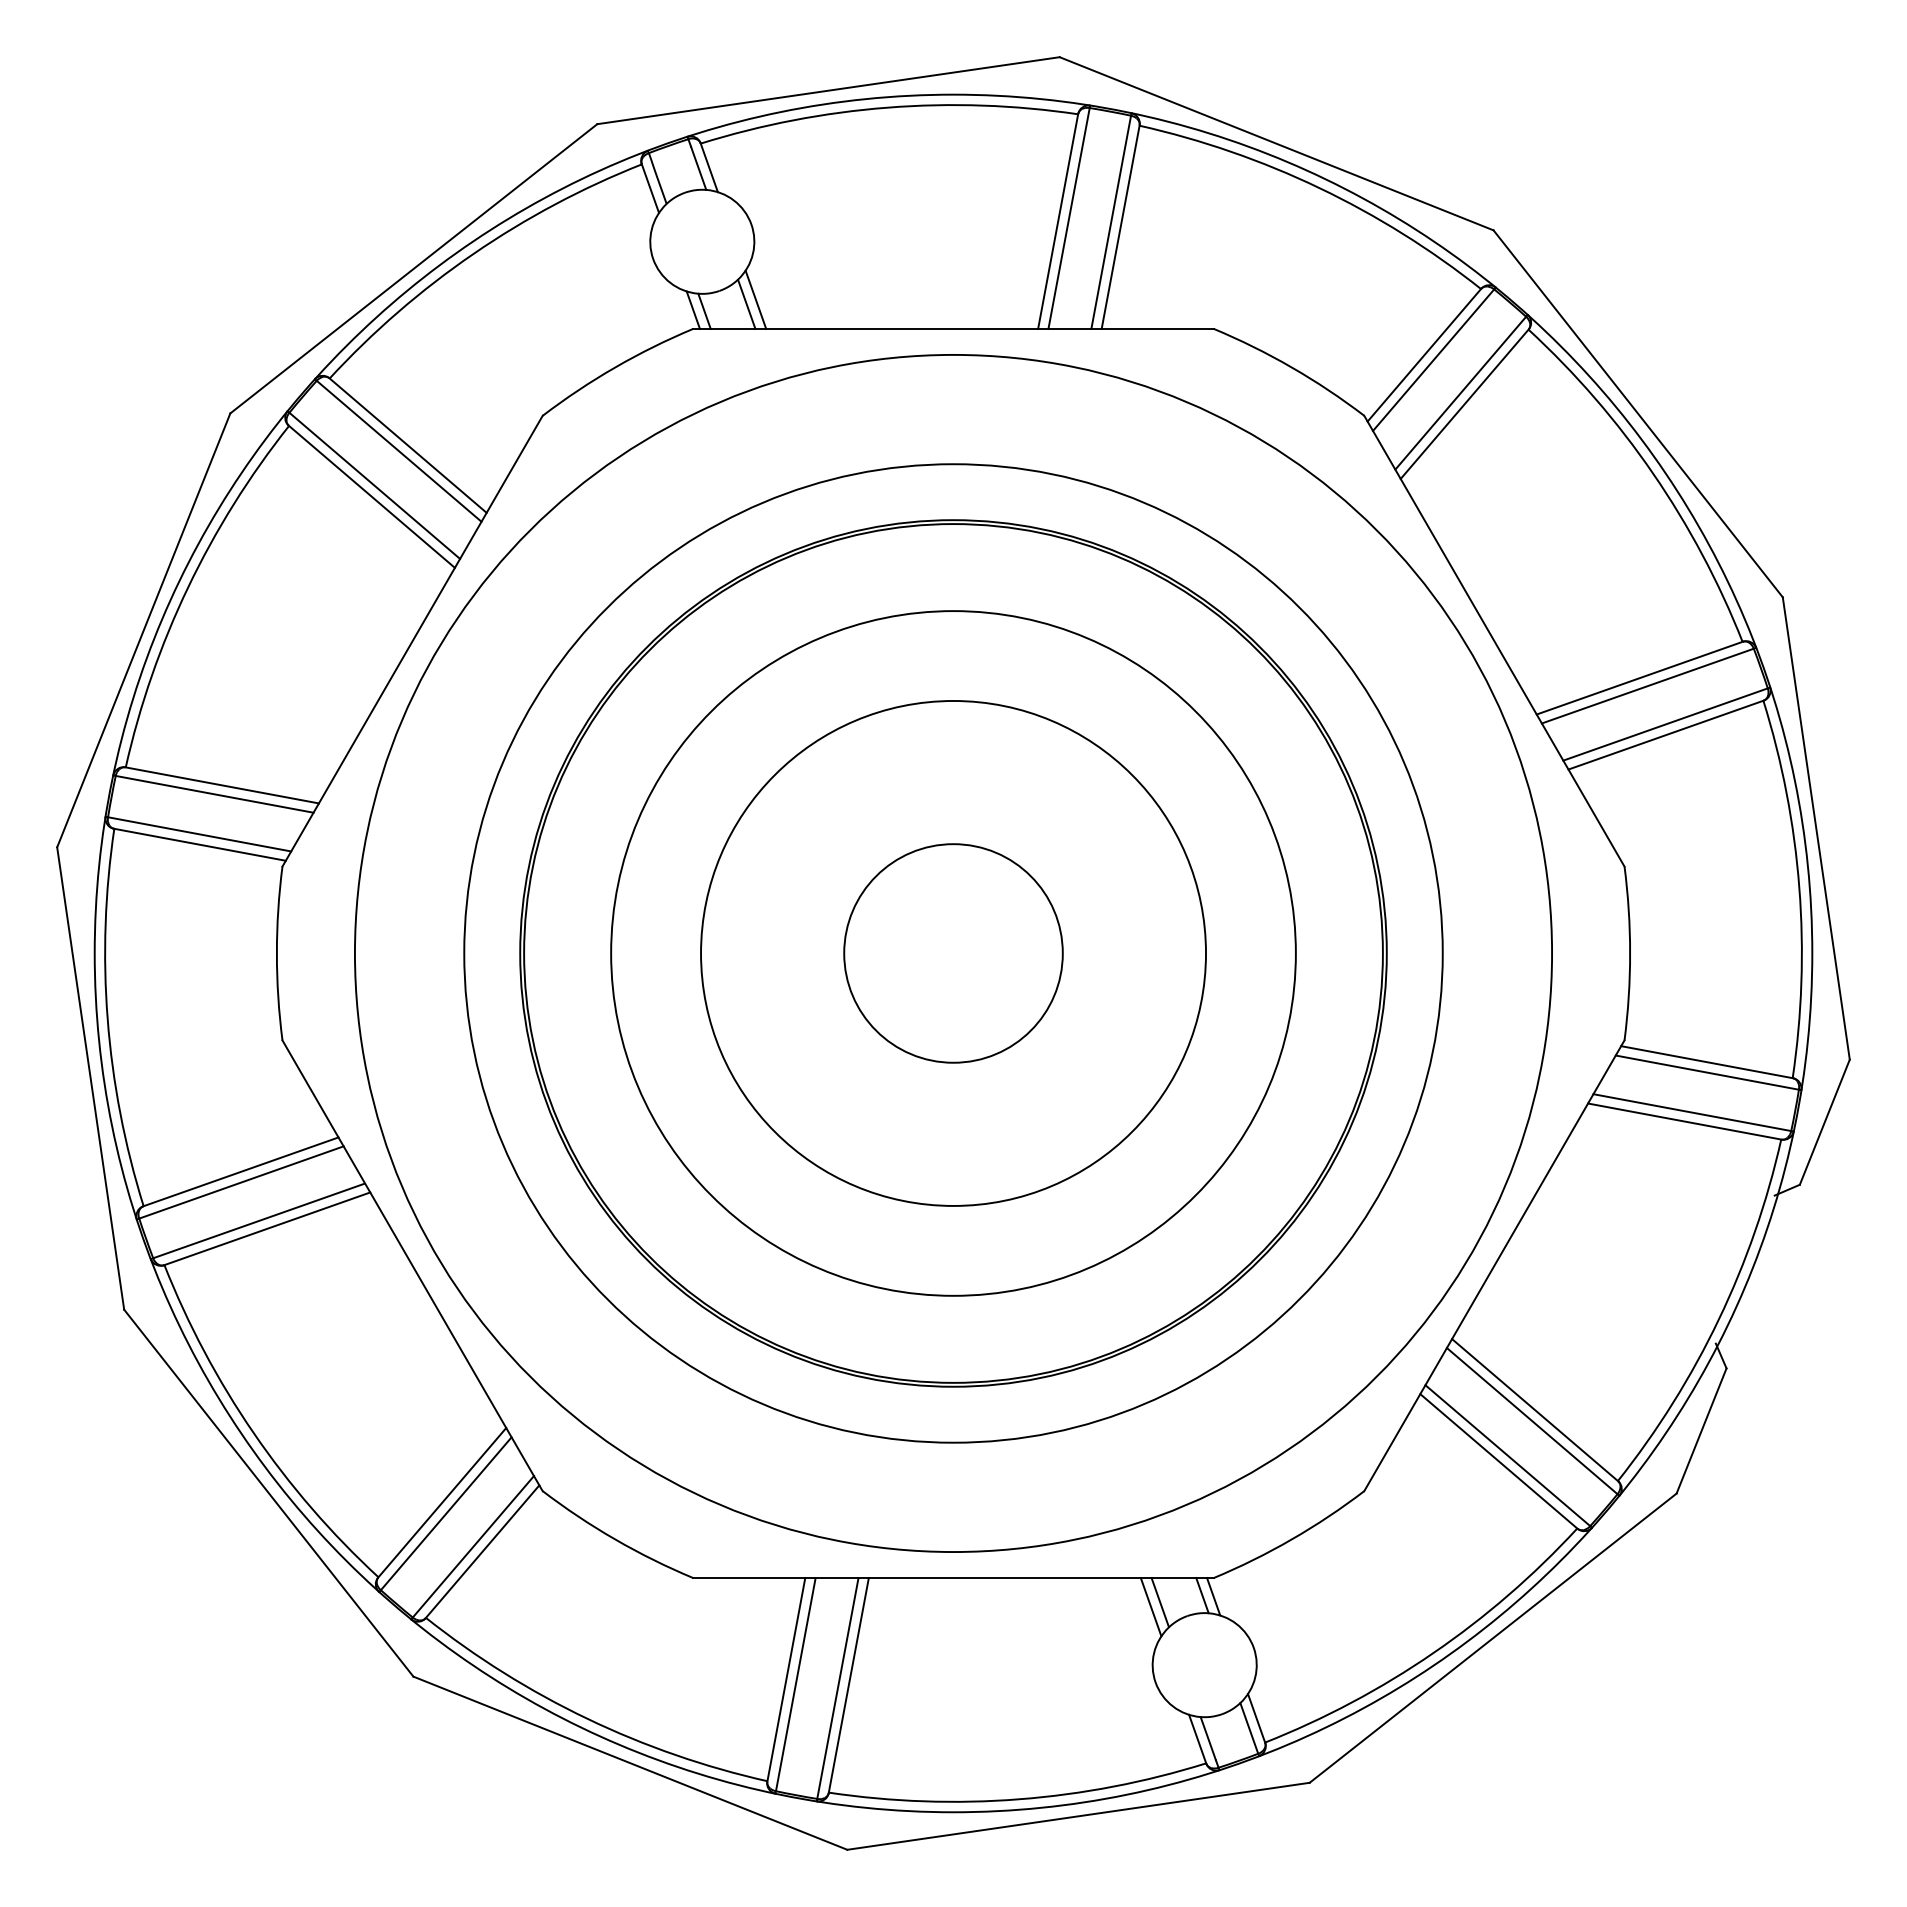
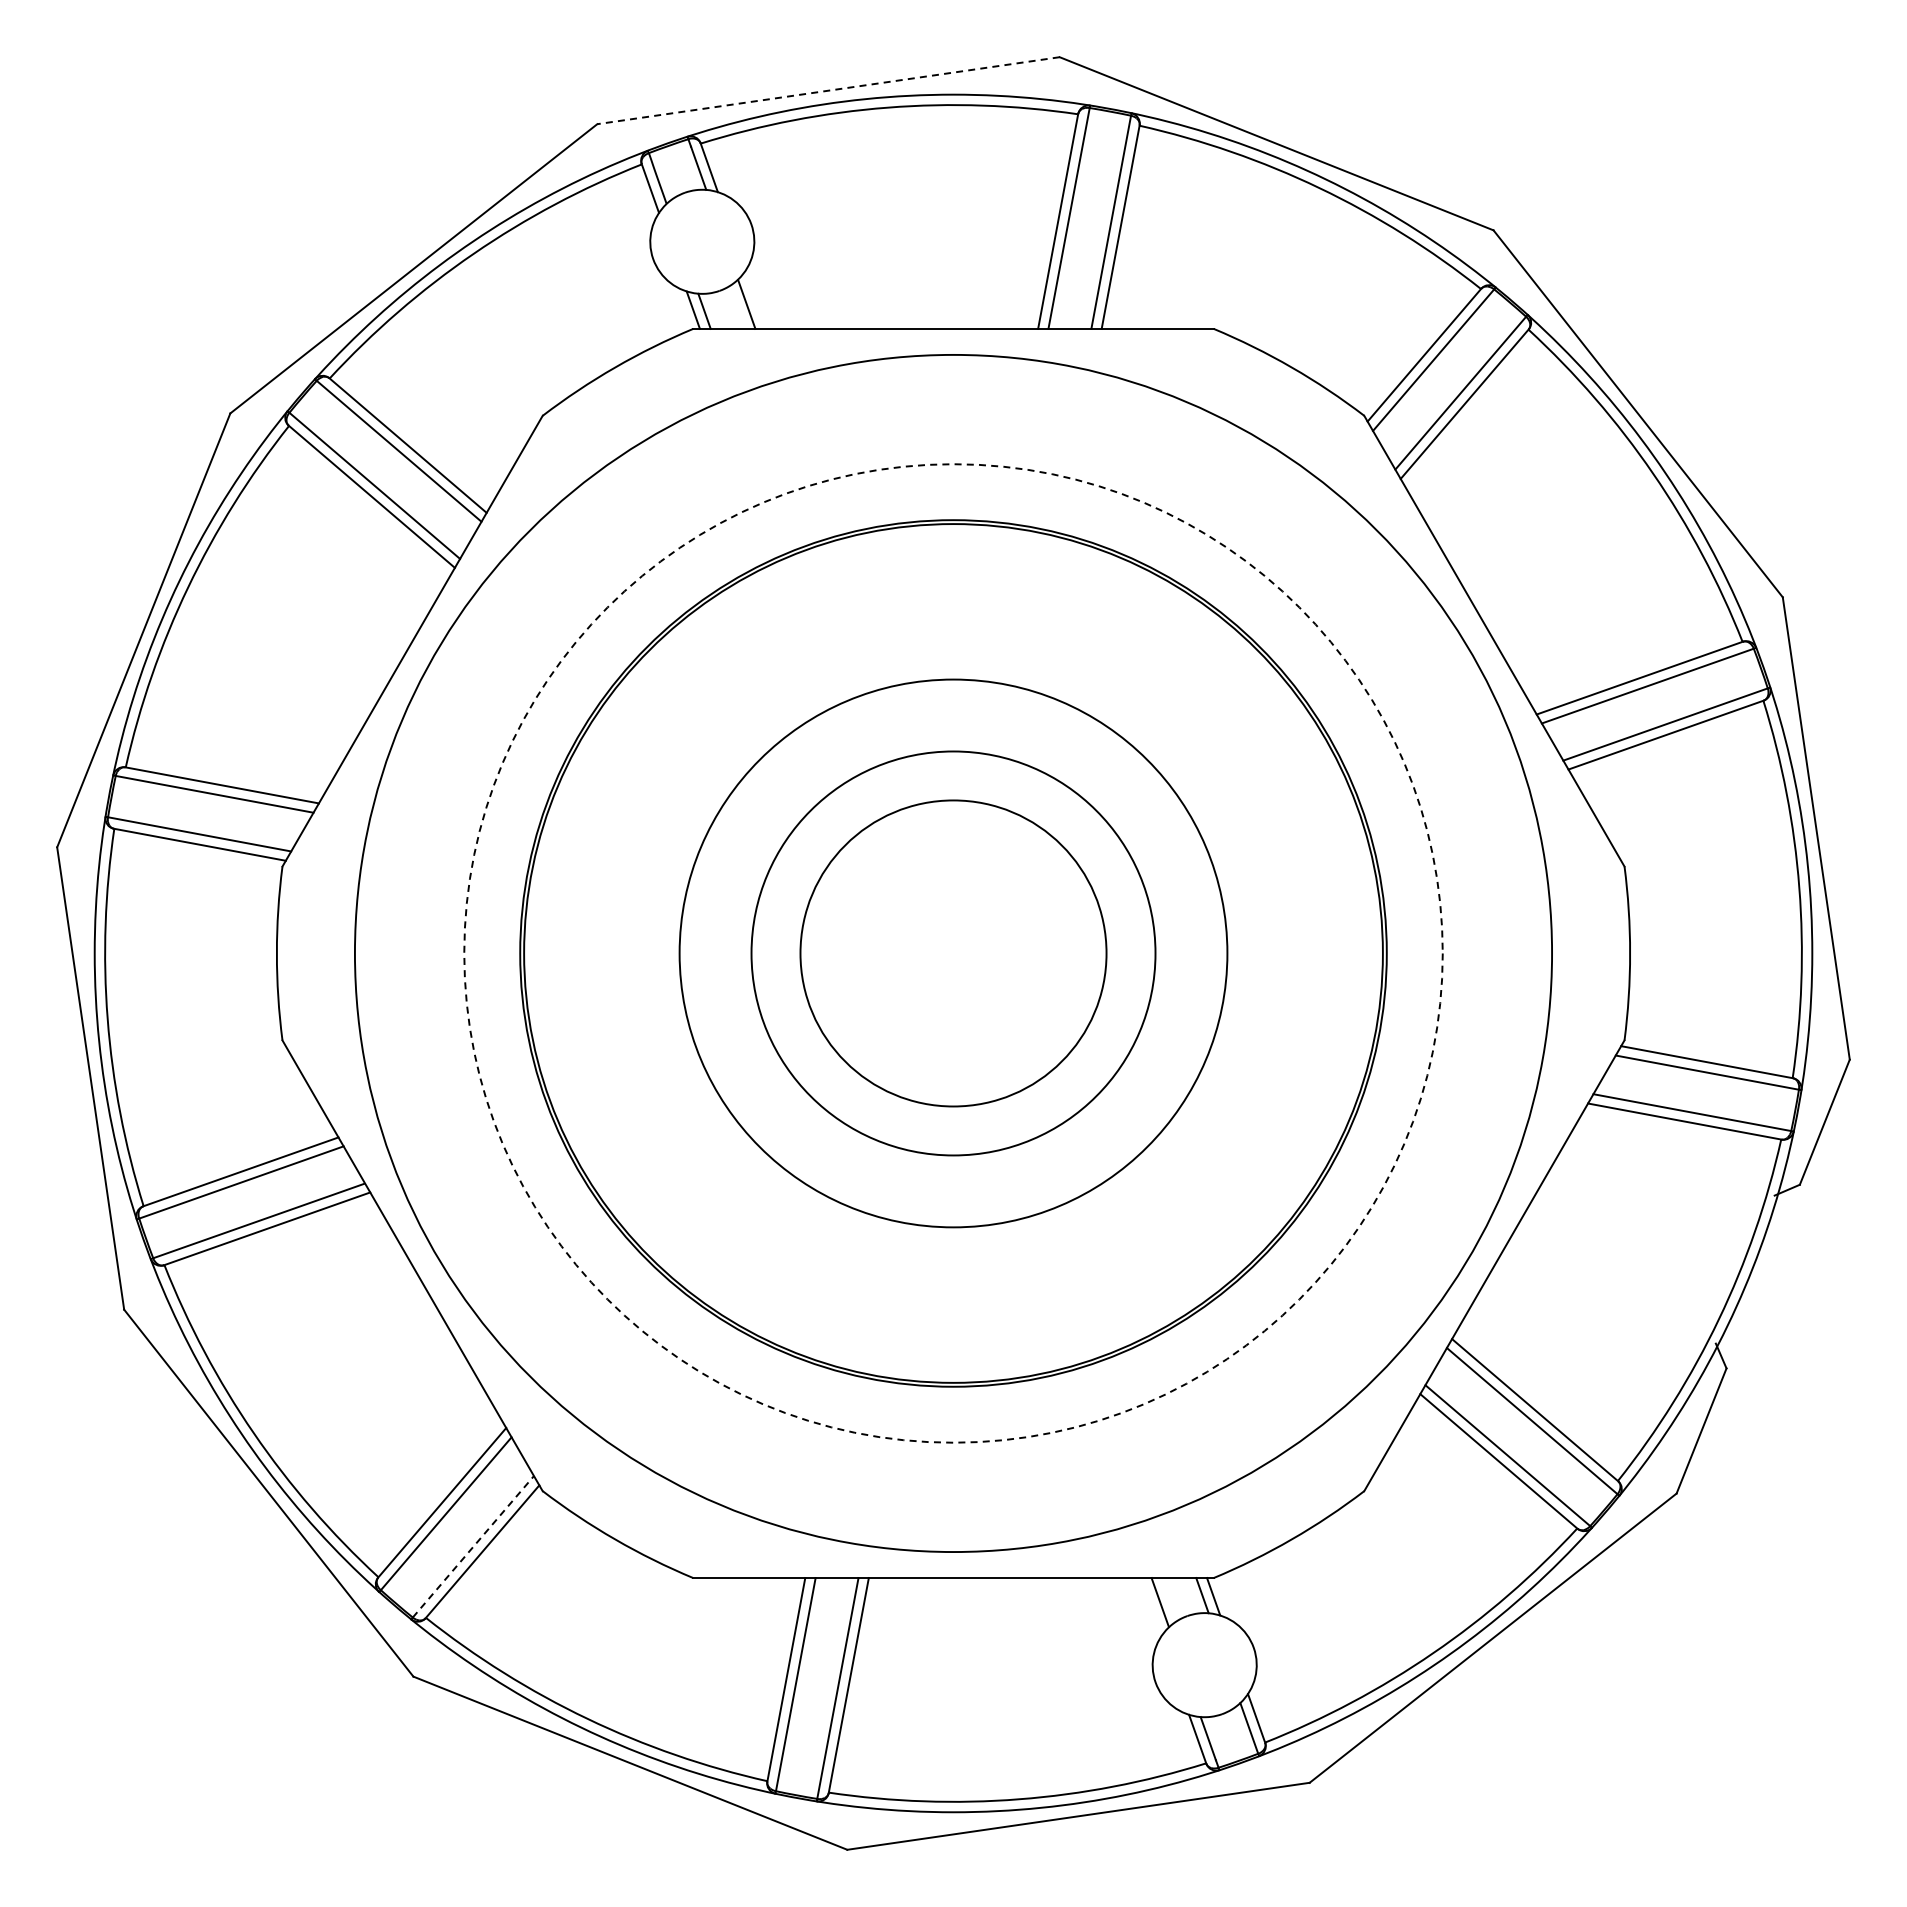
line at (828, 90): solid -> dashed
line at (755, 299): present -> none
circle at (953, 952) diameter: 505 px -> 404 px
circle at (953, 953) diameter: 219 px -> 306 px
circle at (953, 953) diameter: 685 px -> 548 px
circle at (953, 953): solid -> dashed
line at (473, 1546): solid -> dashed
line at (1150, 1607): present -> none
